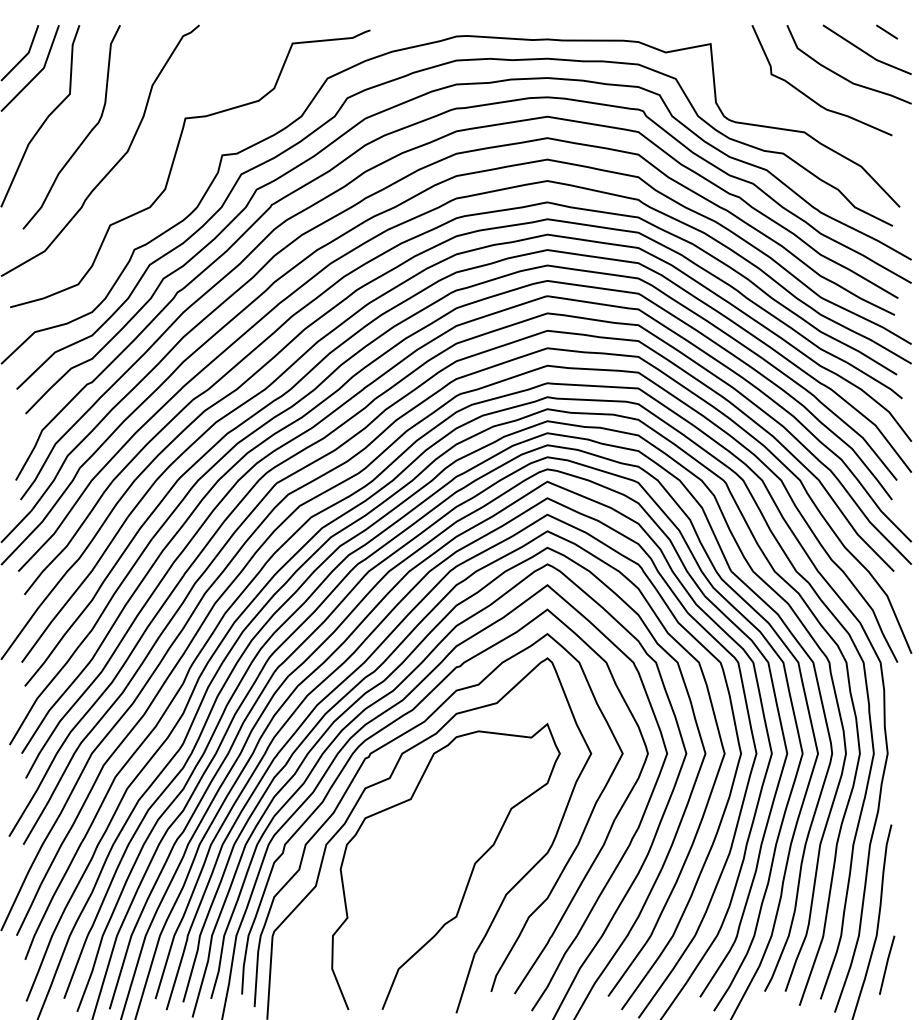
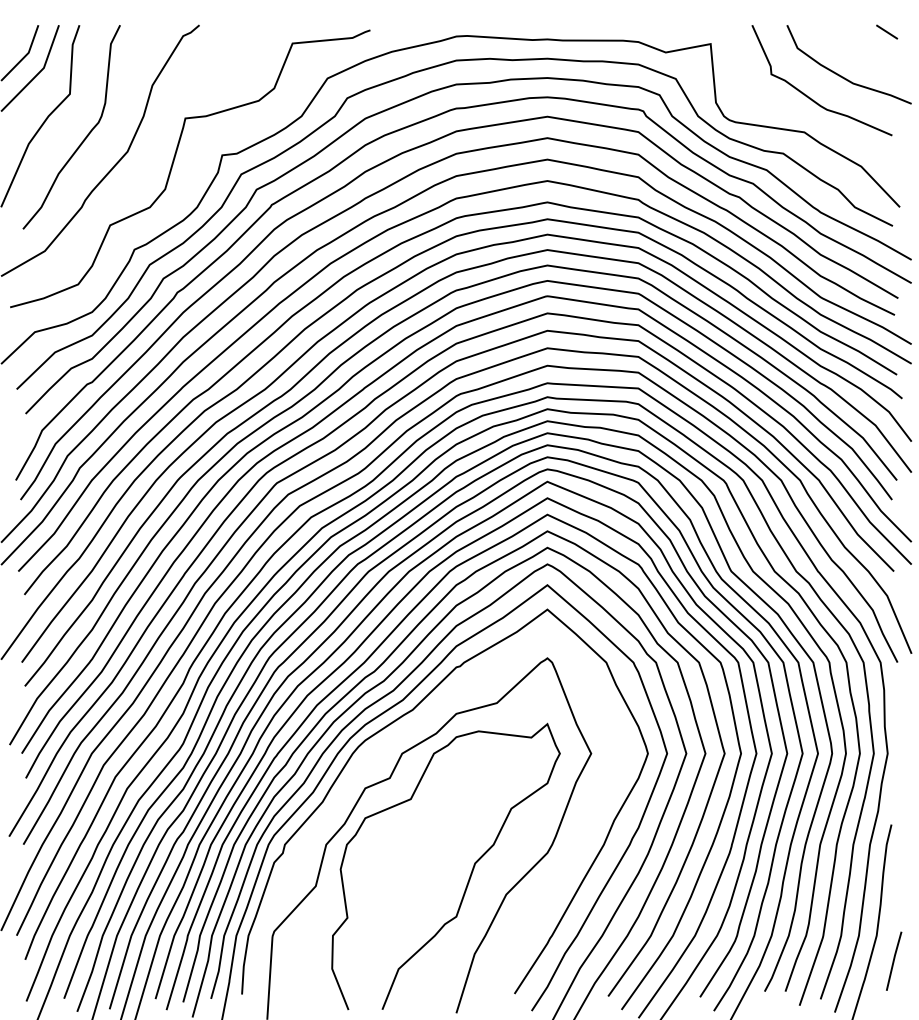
line at (865, 51): present -> none
curve at (393, 741): present -> none
line at (887, 964) position: (887, 964) -> (894, 960)
